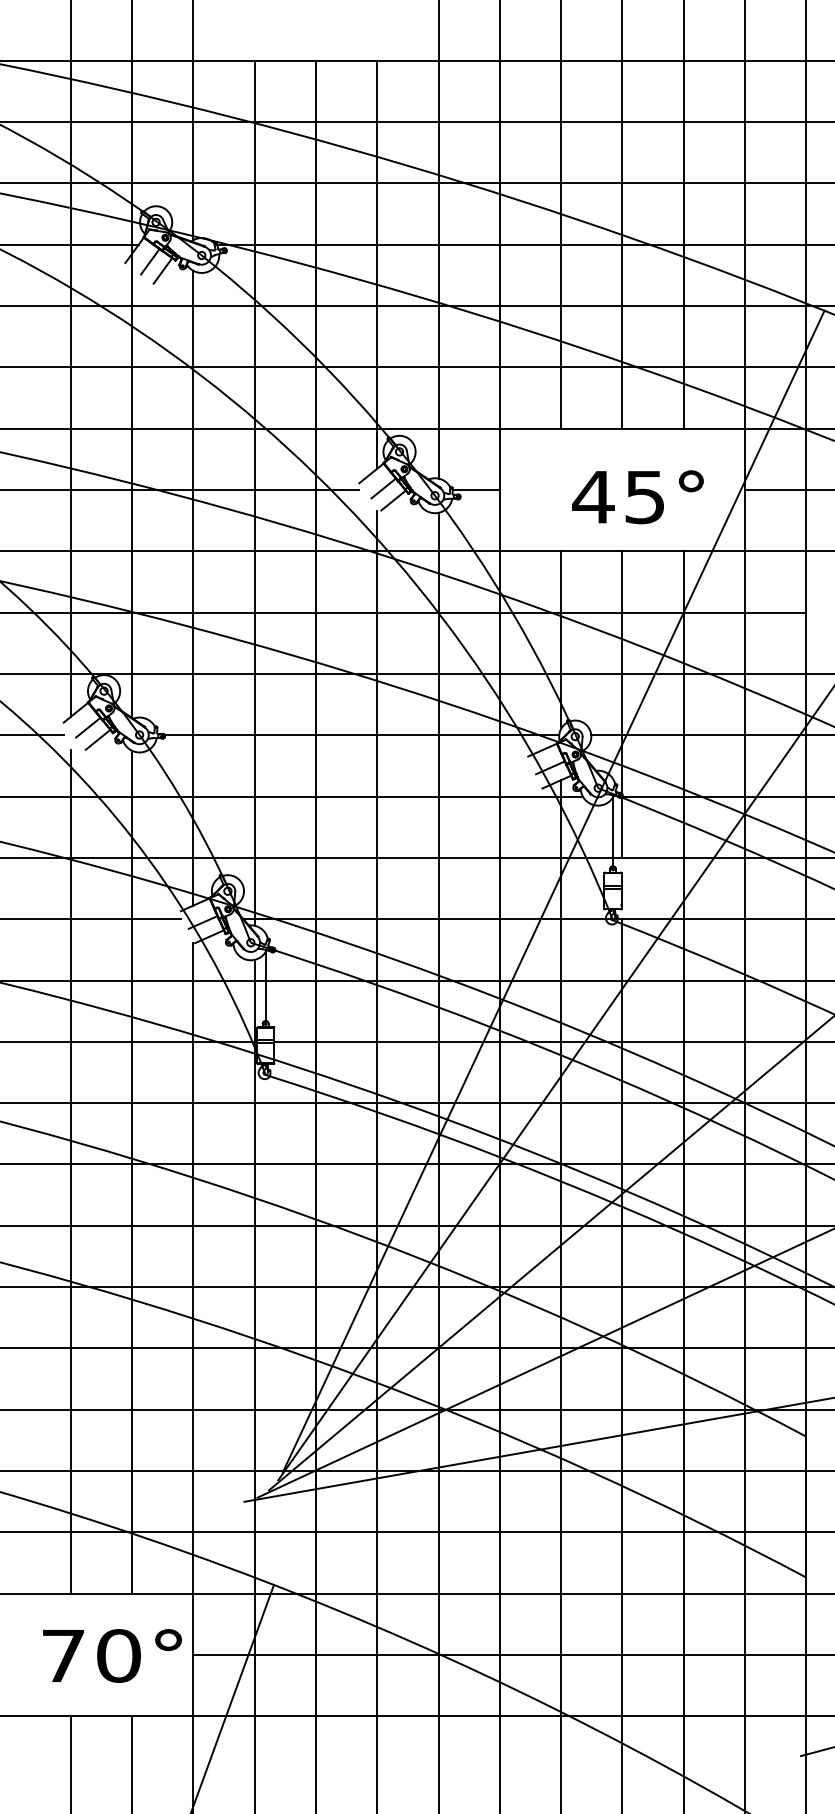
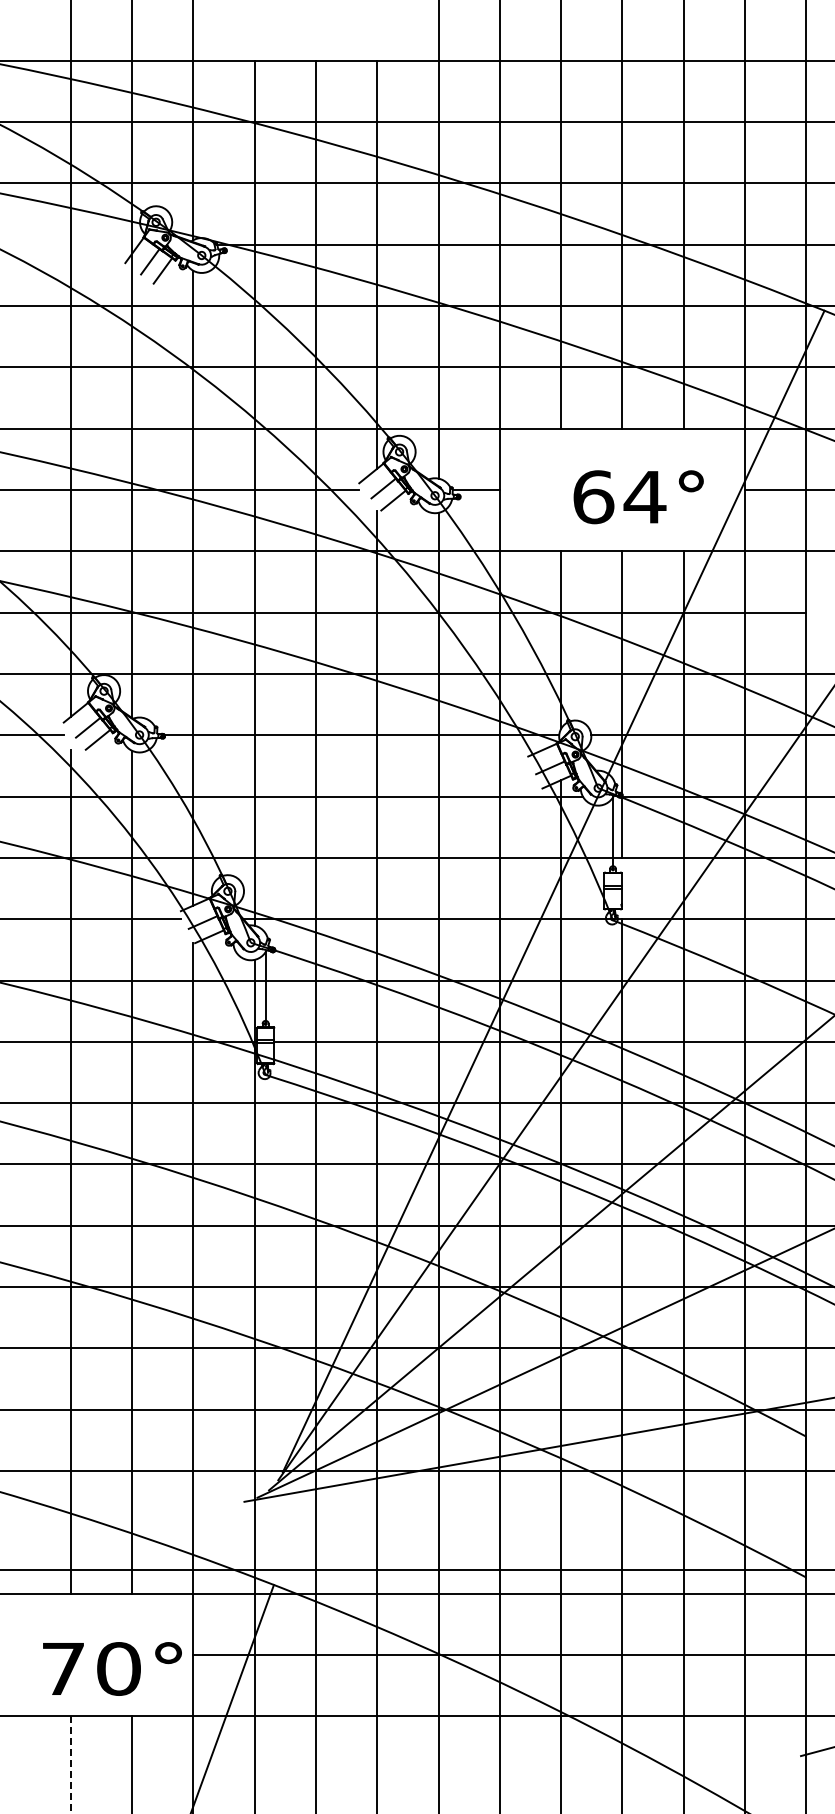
line at (70, 244): present -> none
text at (619, 497): 45° -> 64°
line at (416, 1532) position: (416, 1532) -> (416, 1570)
text at (112, 1655) position: (112, 1655) -> (112, 1668)
line at (70, 1765): solid -> dashed
